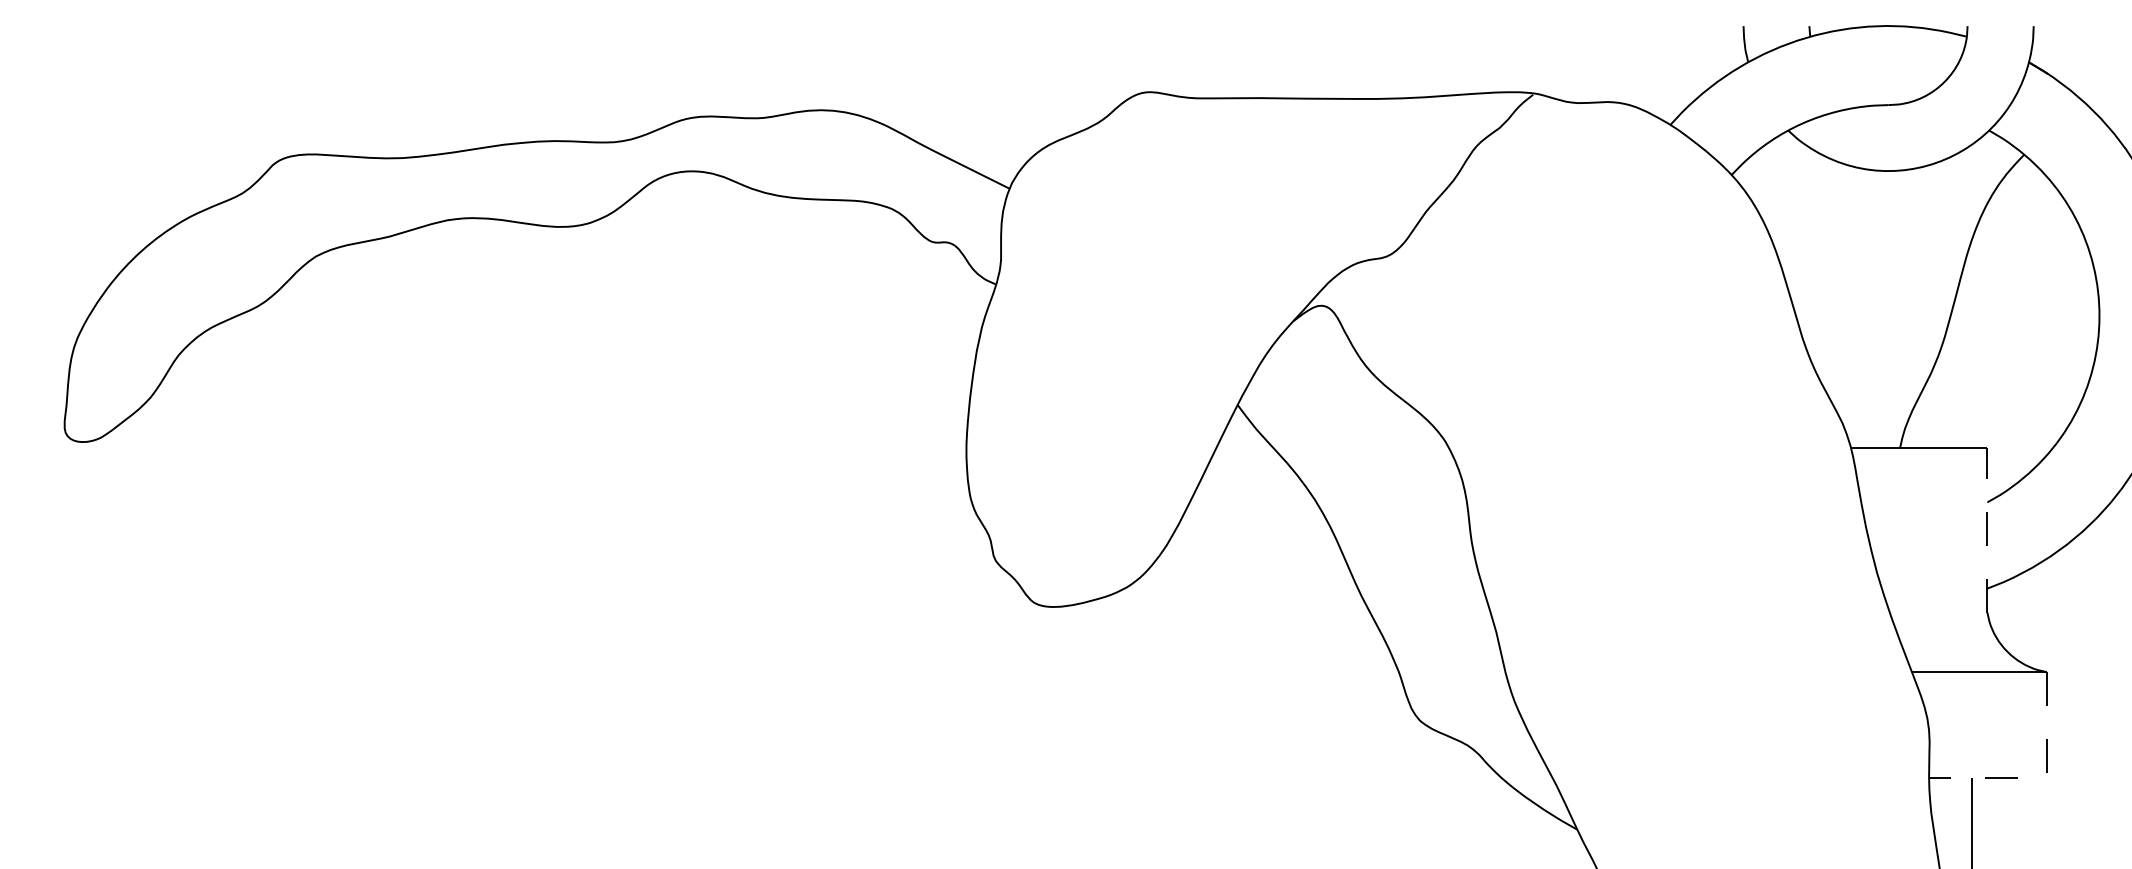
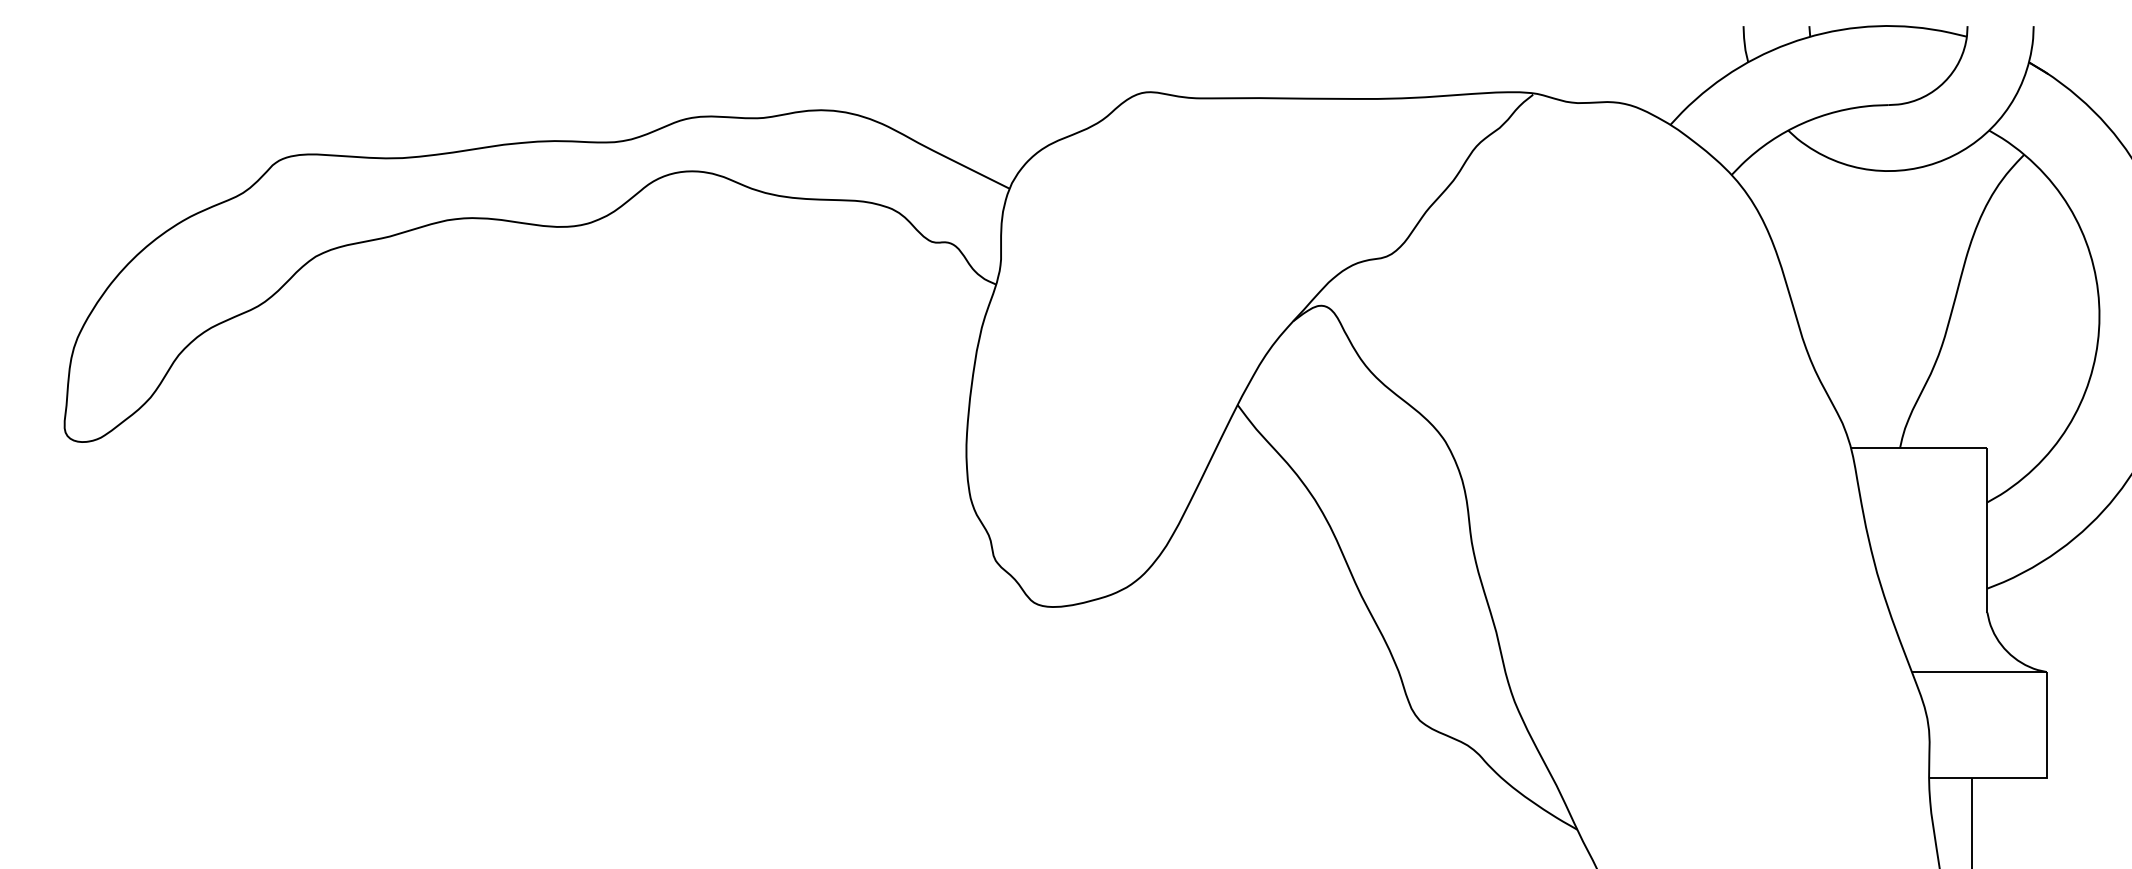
line at (1987, 529): dashed -> solid
line at (2040, 777): dashed -> solid
